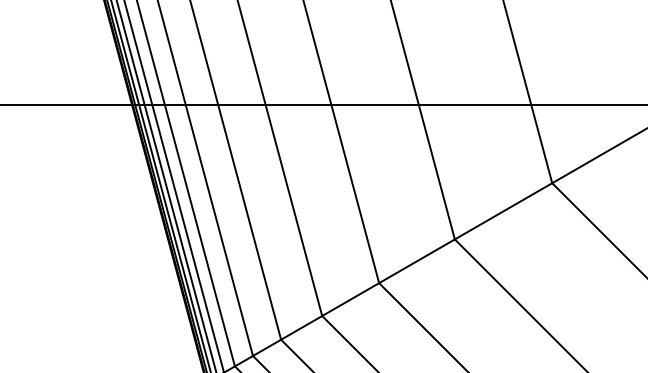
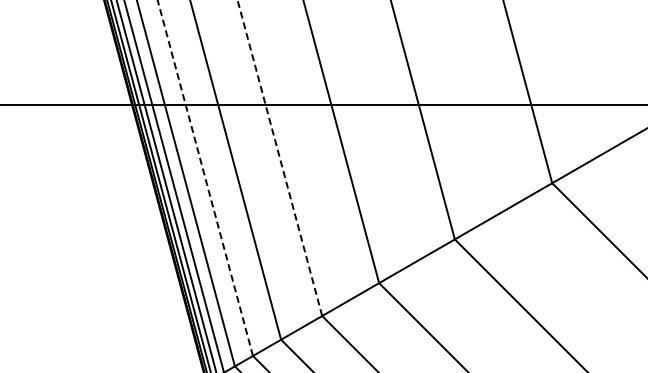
line at (279, 157): solid -> dashed
line at (205, 178): solid -> dashed
